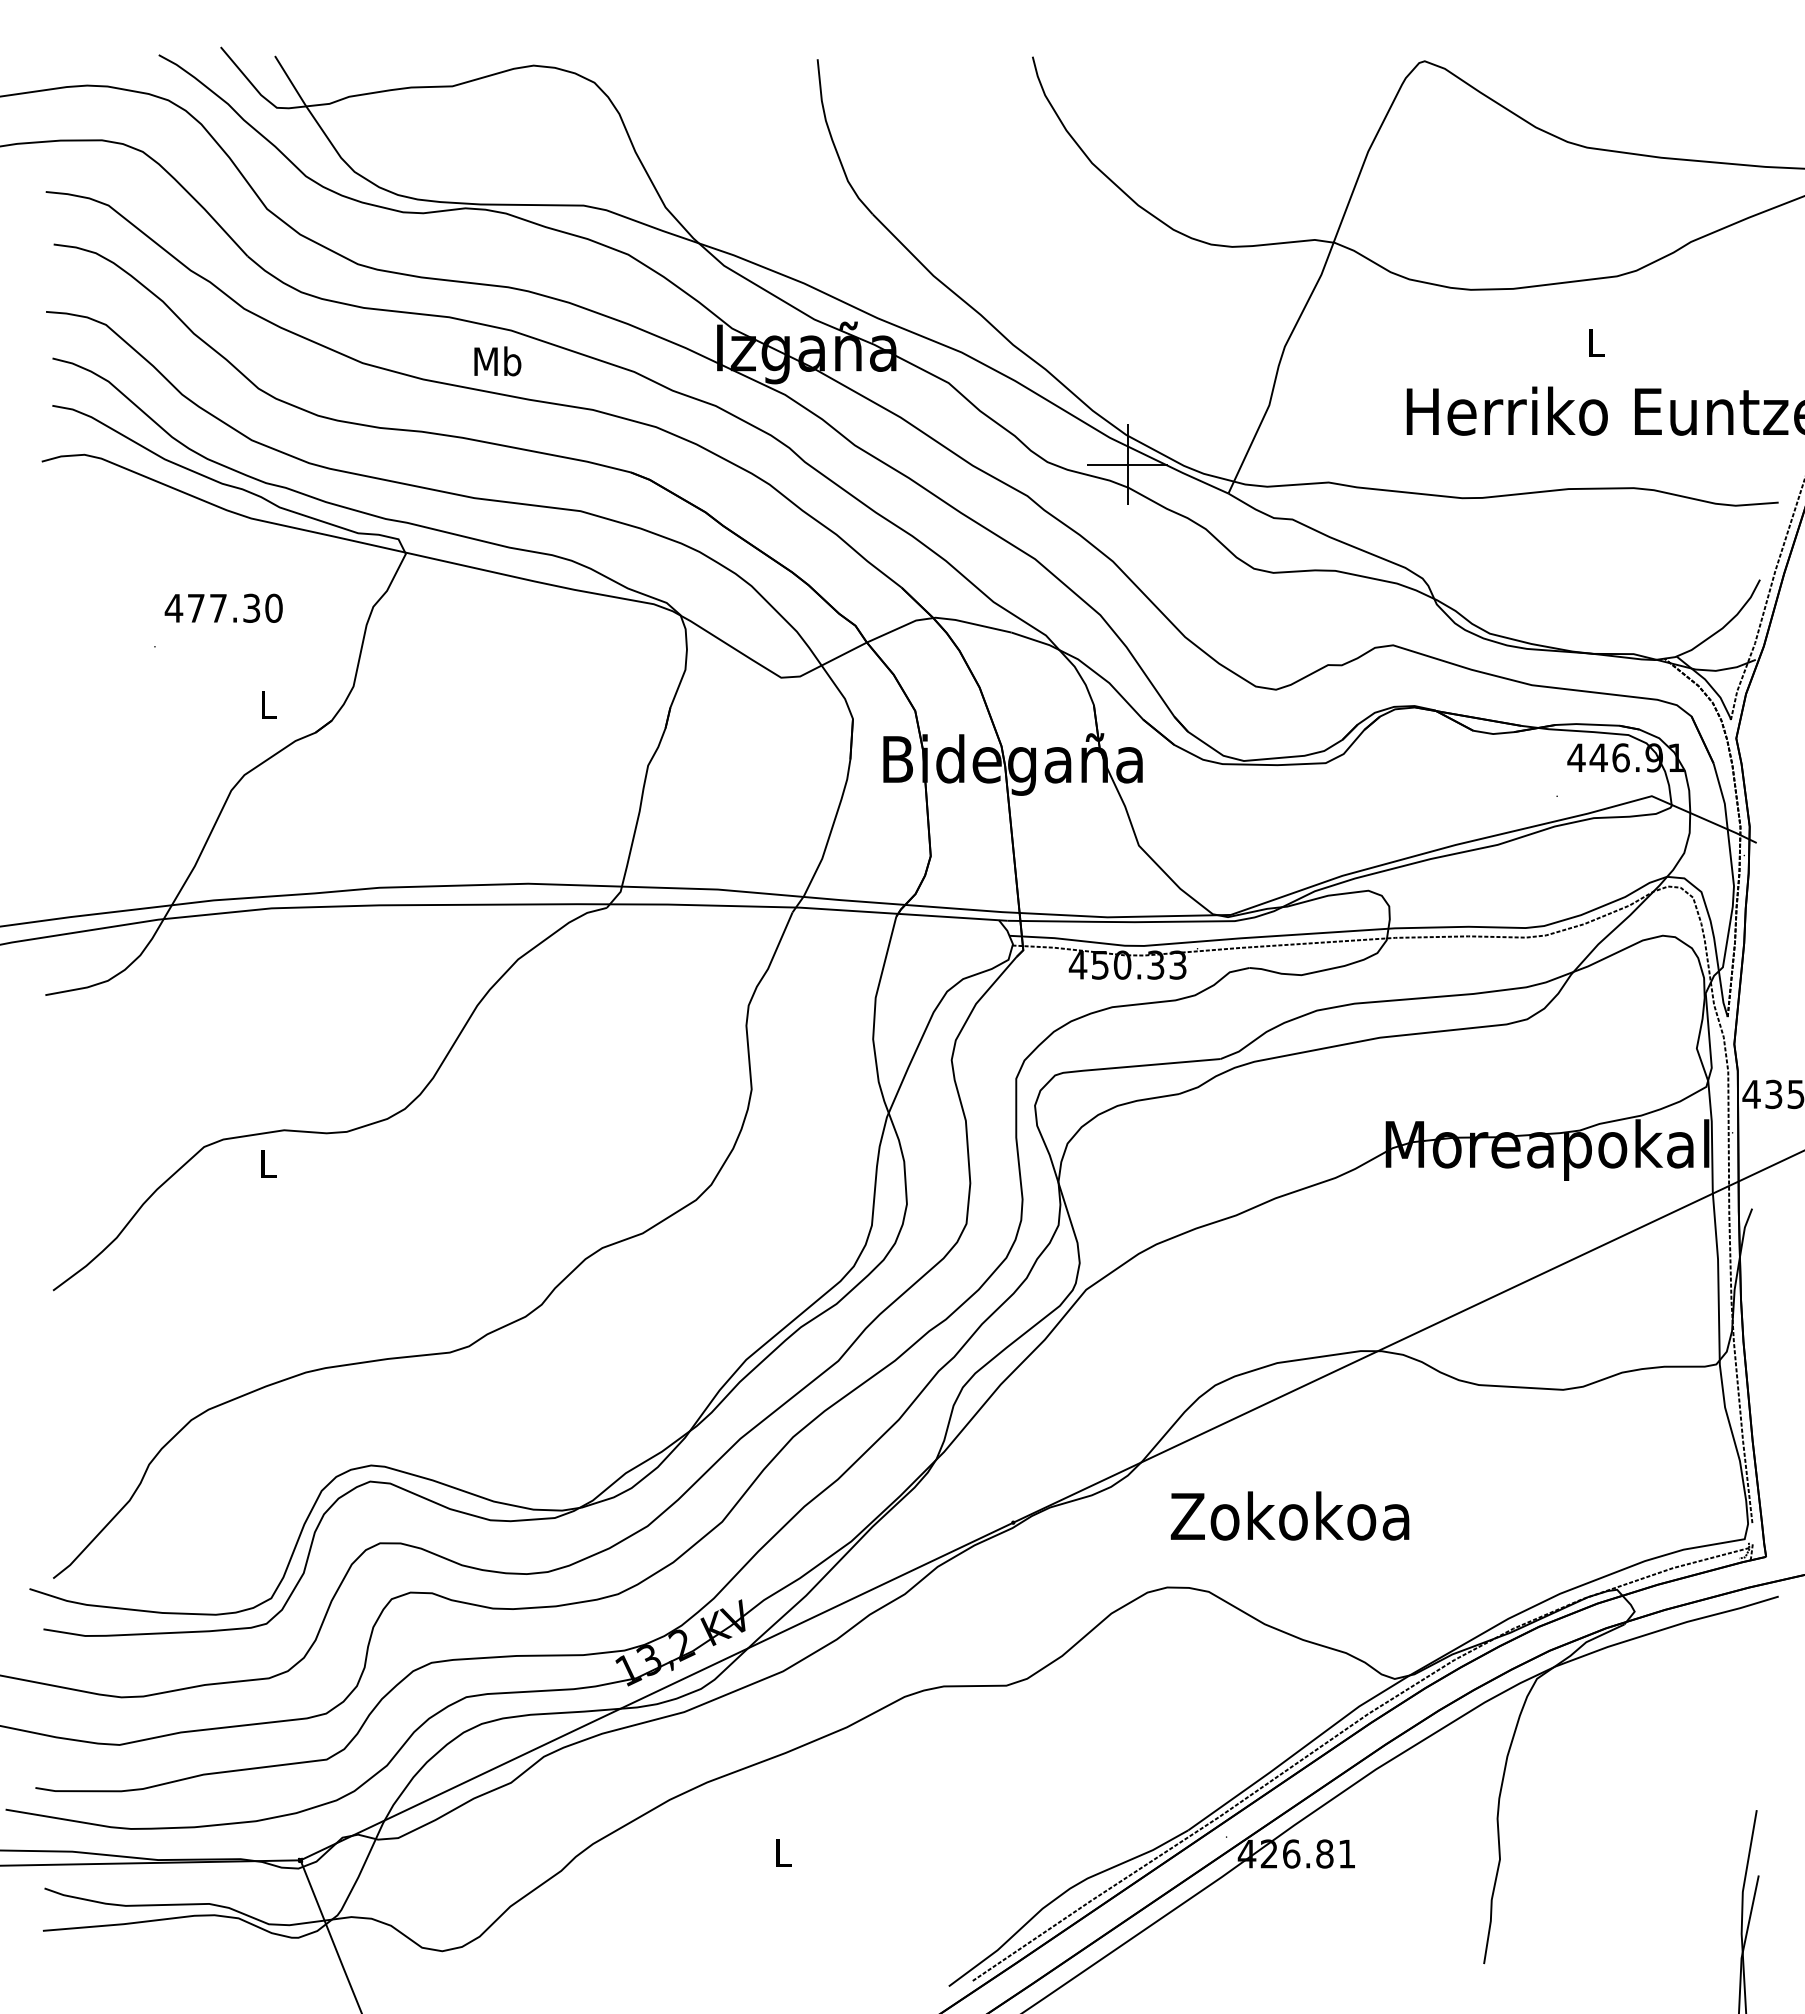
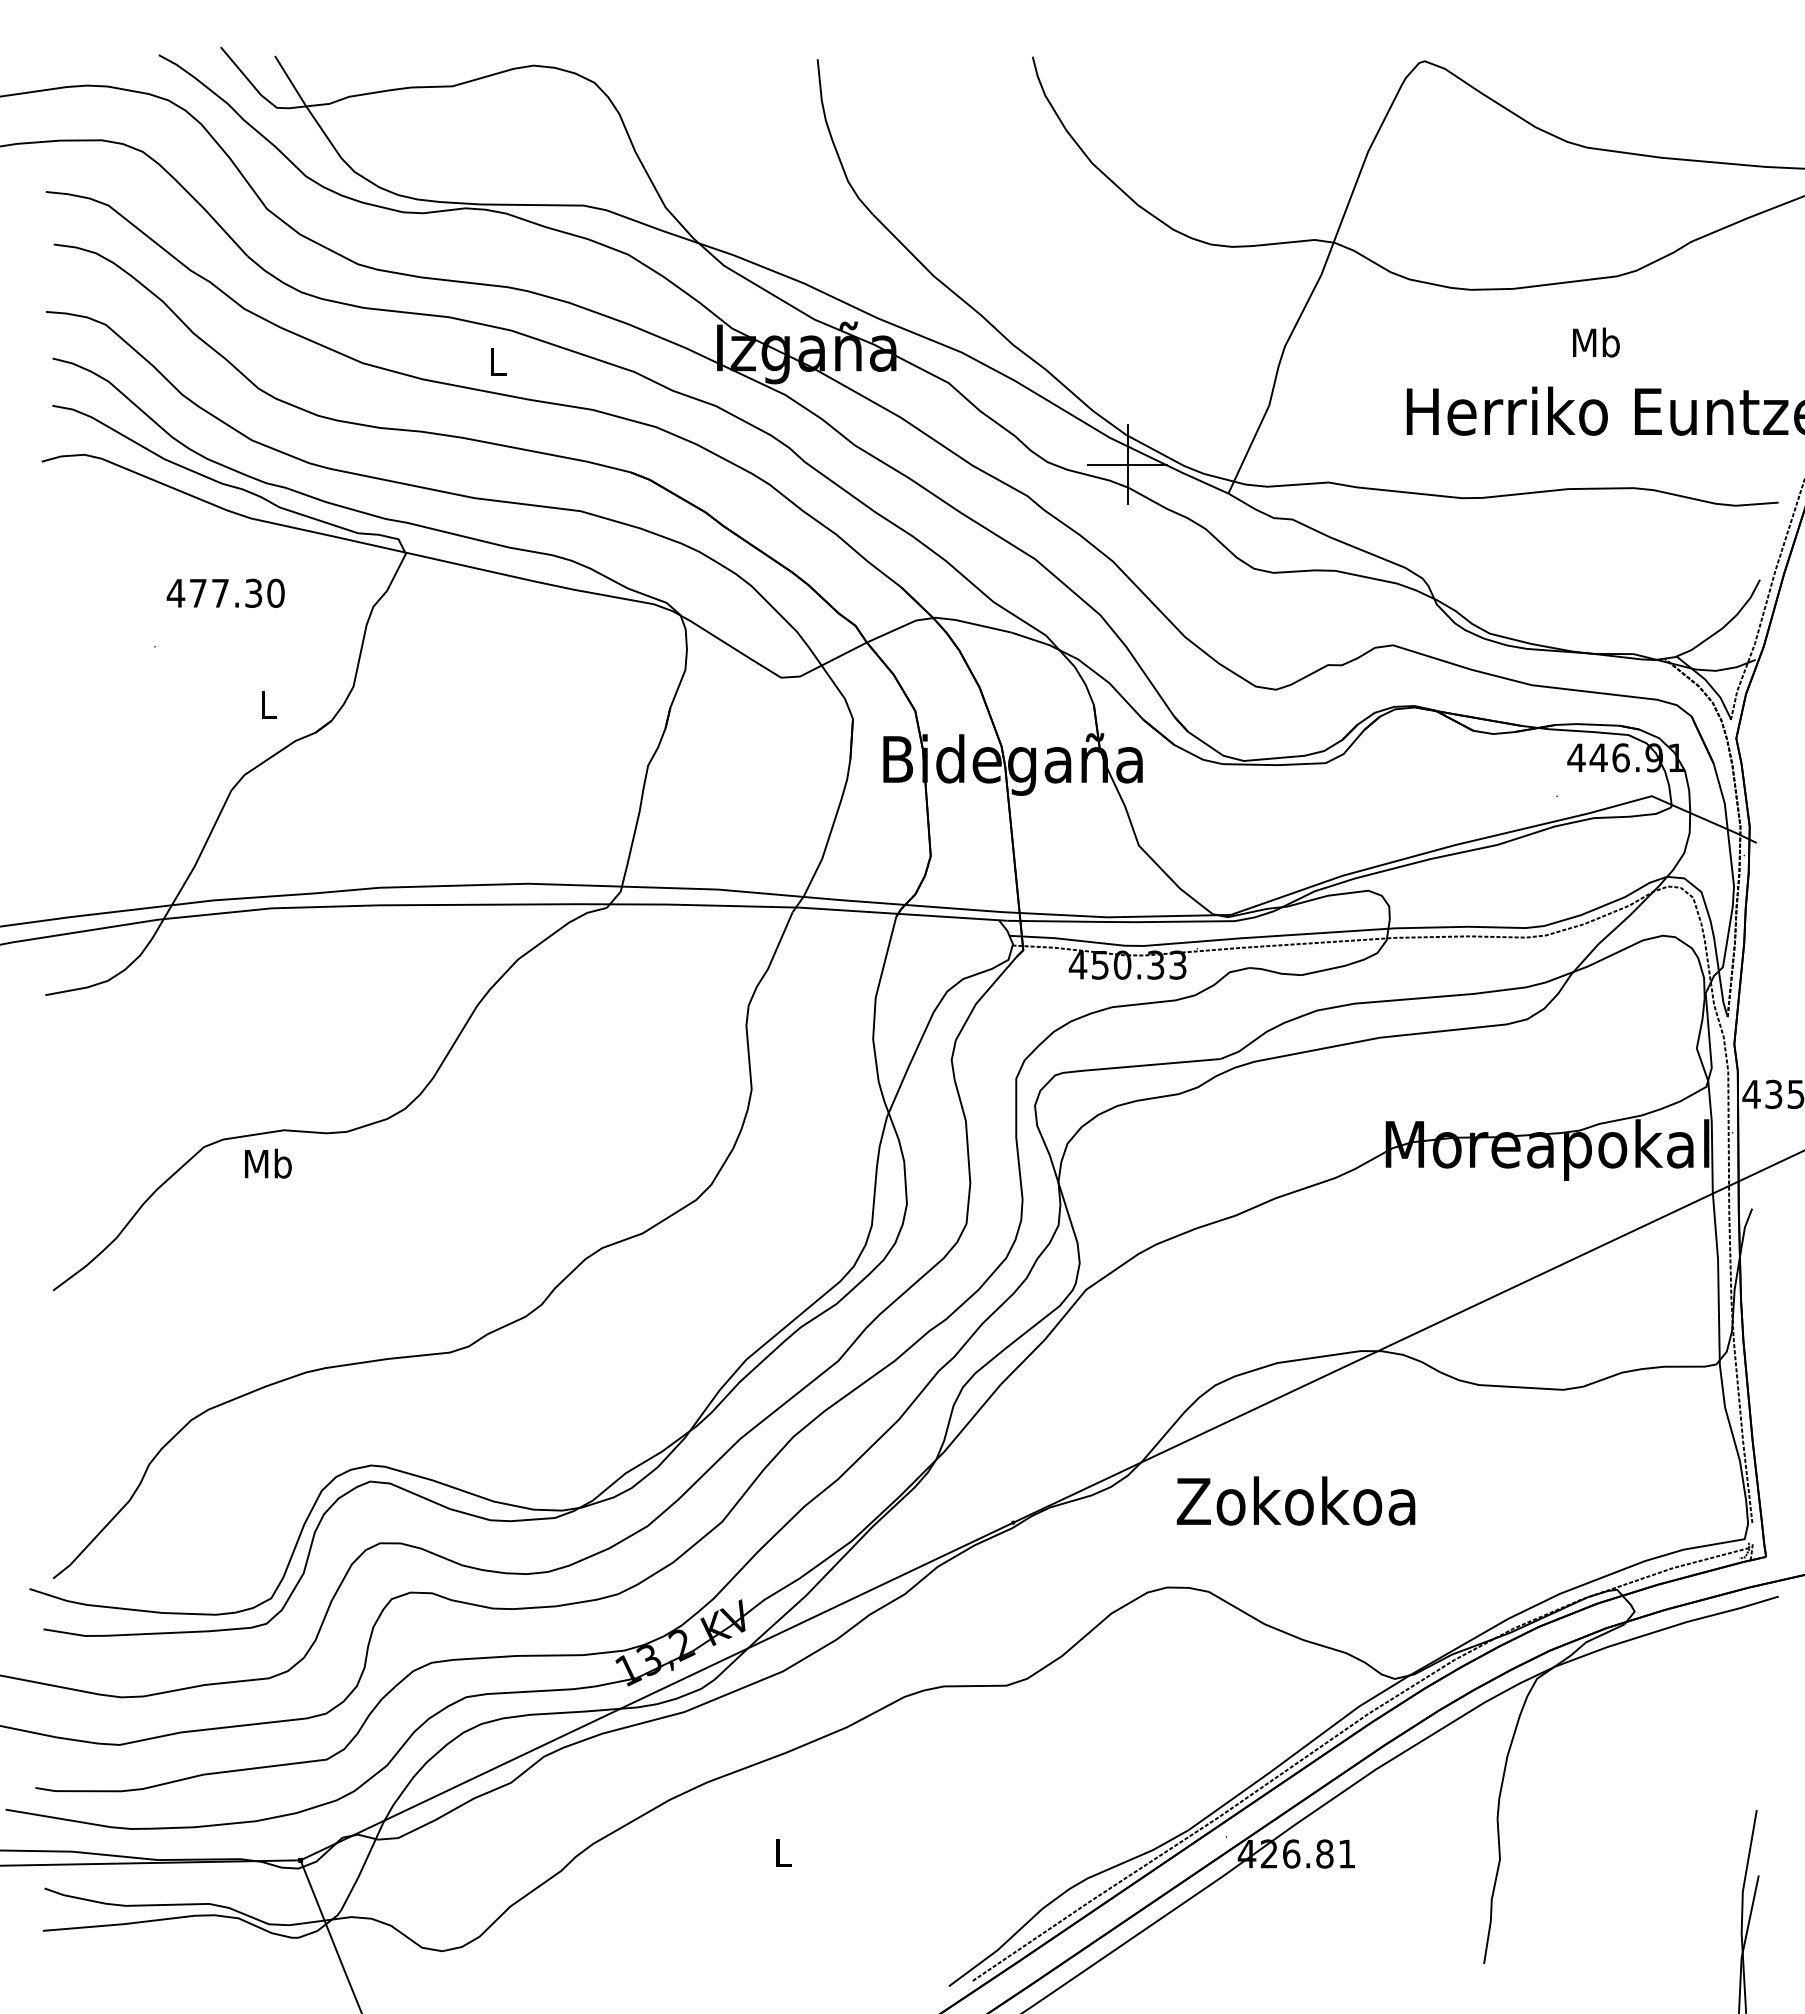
text at (1596, 342): L -> Mb
text at (497, 361): Mb -> L
text at (223, 607) position: (223, 607) -> (225, 592)
text at (268, 1163): L -> Mb
text at (1289, 1515) position: (1289, 1515) -> (1295, 1500)
